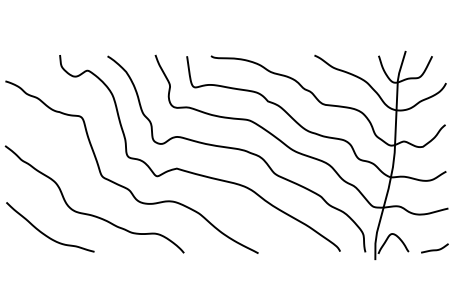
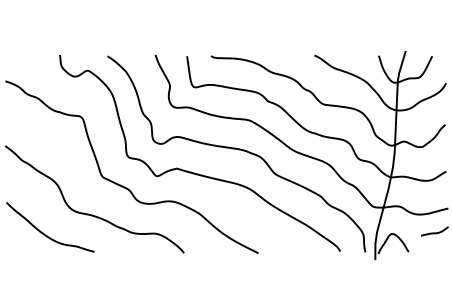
curve at (434, 249) position: (434, 249) -> (434, 232)
